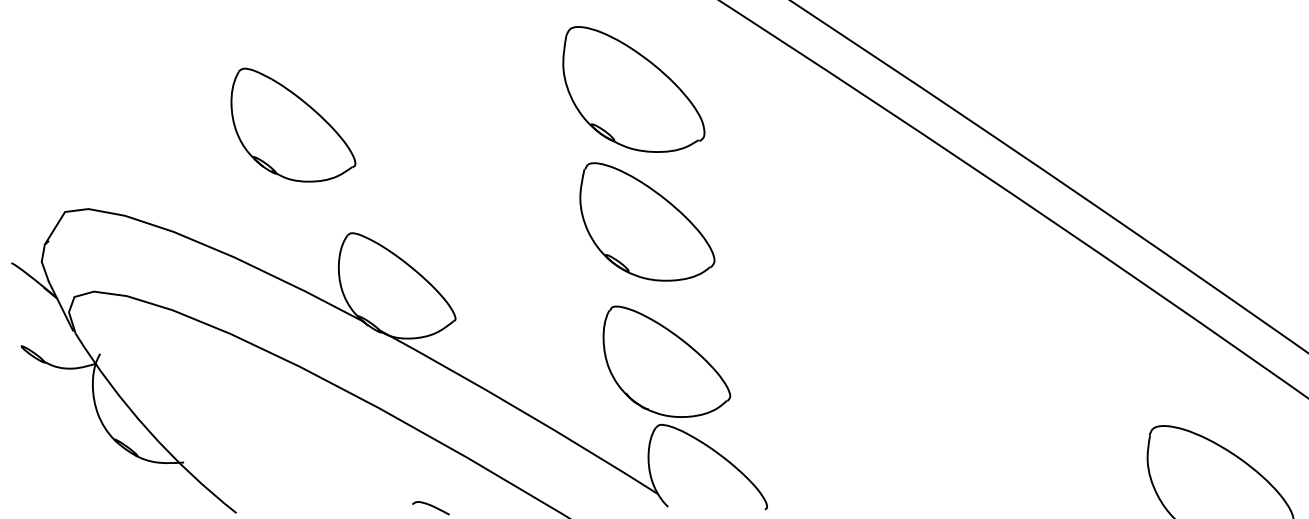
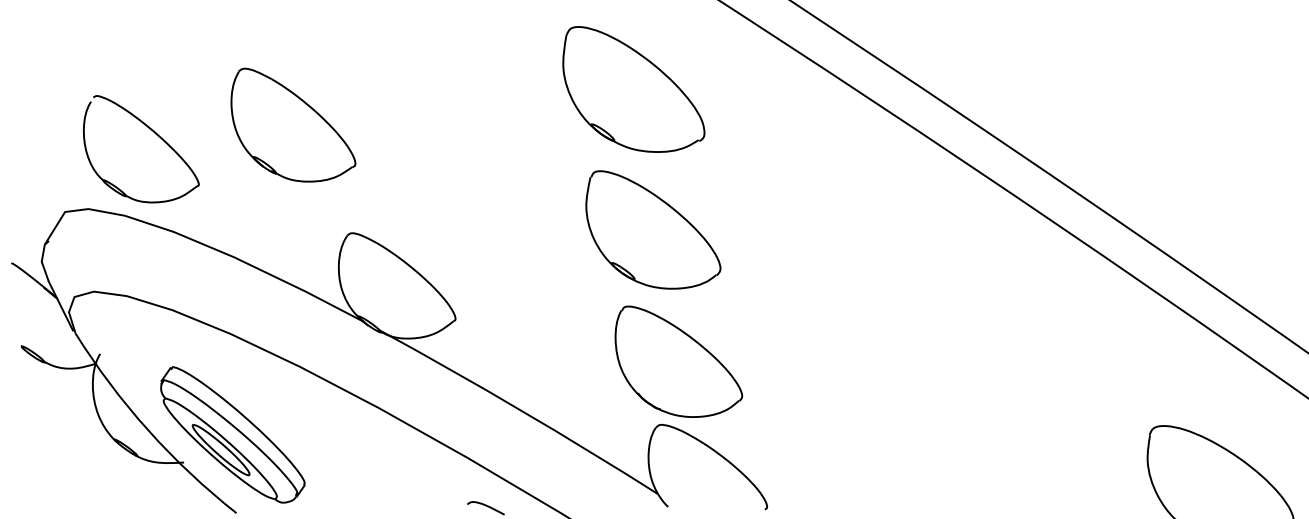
part at (155, 134): none -> present
part at (647, 221) position: (647, 221) -> (653, 229)
part at (666, 361) position: (666, 361) -> (678, 361)
part at (232, 434): none -> present
curve at (430, 506) position: (430, 506) -> (485, 506)
